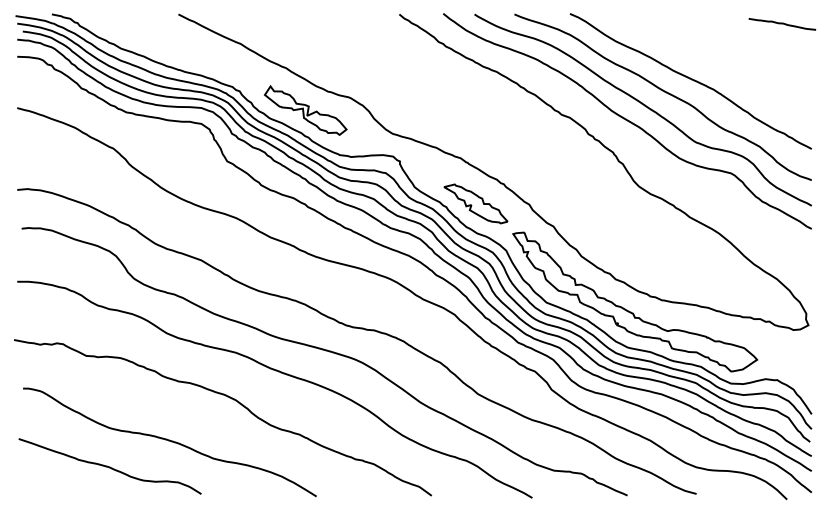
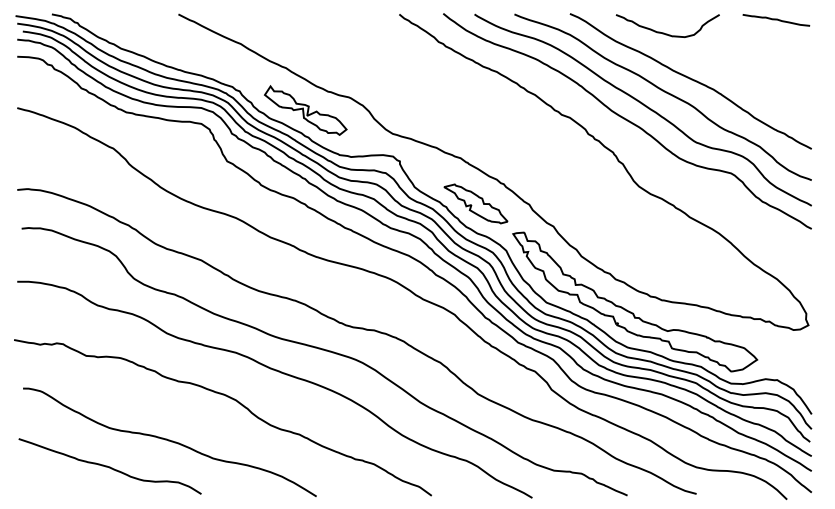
curve at (782, 24) position: (782, 24) -> (776, 20)
curve at (664, 32): none -> present
